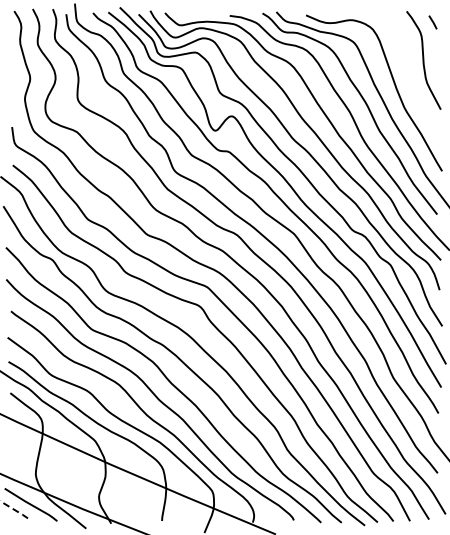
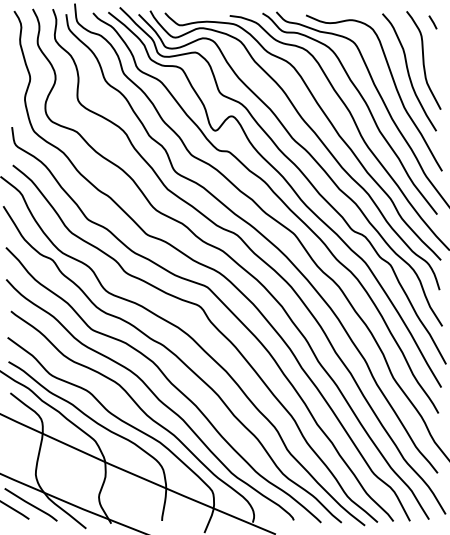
curve at (409, 72): none -> present
line at (15, 510): dashed -> solid
